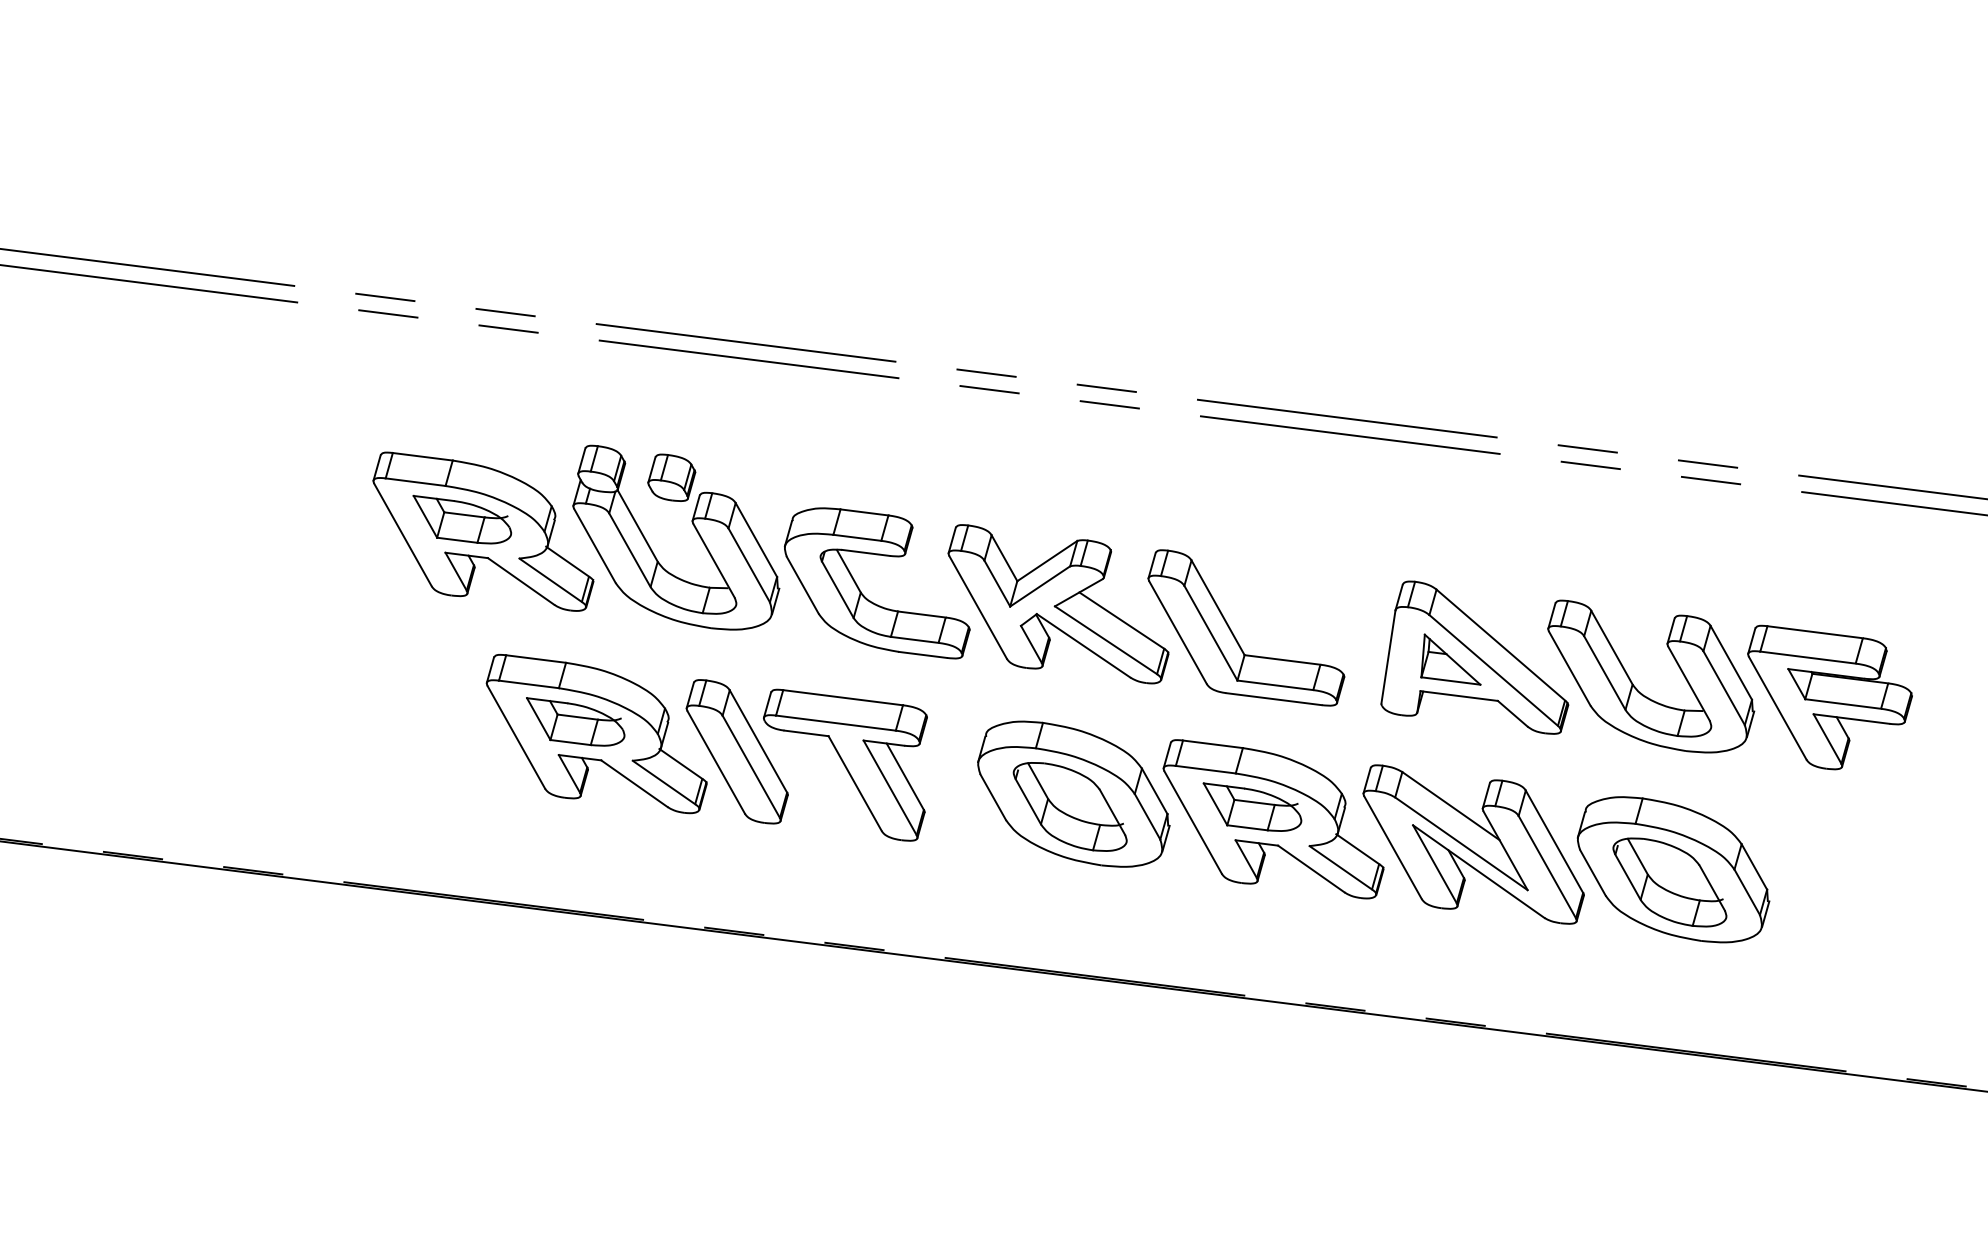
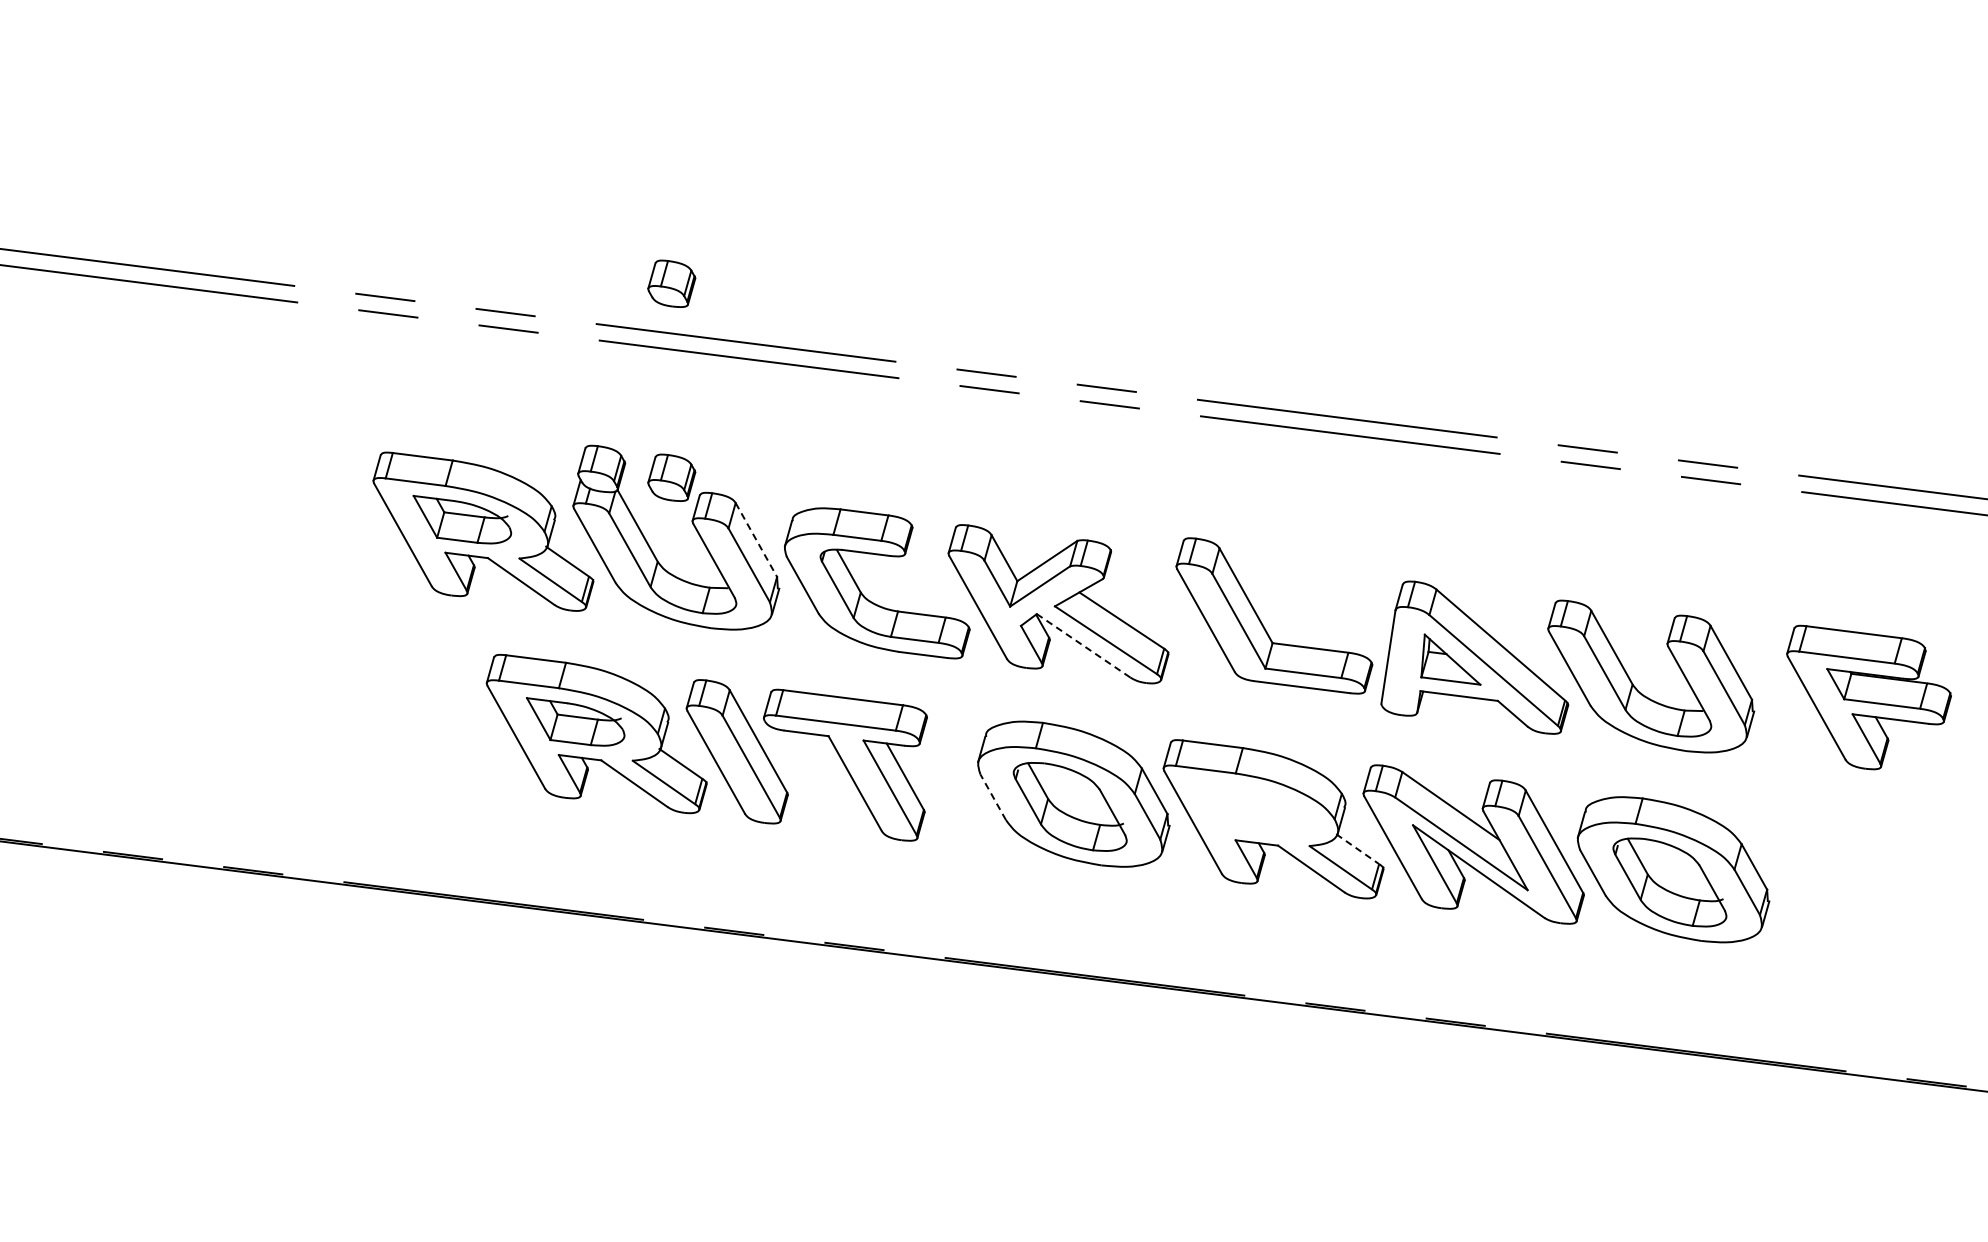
part at (671, 283): none -> present
line at (756, 540): solid -> dashed
part at (1234, 634) position: (1234, 634) -> (1262, 622)
line at (1083, 645): solid -> dashed
part at (1829, 697) position: (1829, 697) -> (1868, 697)
line at (993, 796): solid -> dashed
part at (1252, 806): present -> none
line at (1358, 849): solid -> dashed
